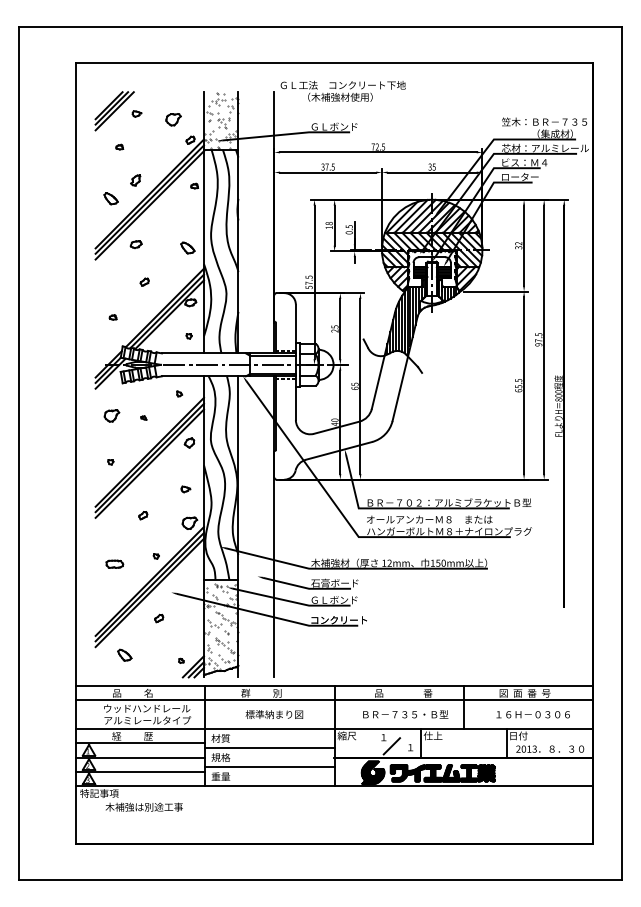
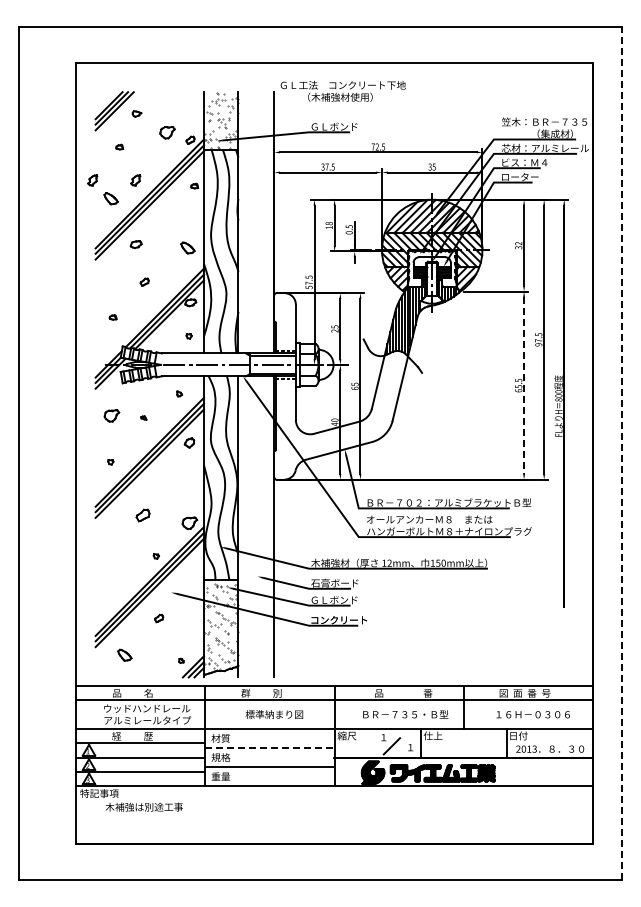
part at (173, 119) position: (173, 119) -> (167, 132)
part at (92, 180): none -> present
line at (524, 386): solid -> dashed
line at (621, 453): solid -> dashed
part at (185, 489): present -> none
part at (143, 515) size: 11x10 px -> 16x15 px
part at (114, 563): present -> none
line at (269, 748): solid -> dashed
